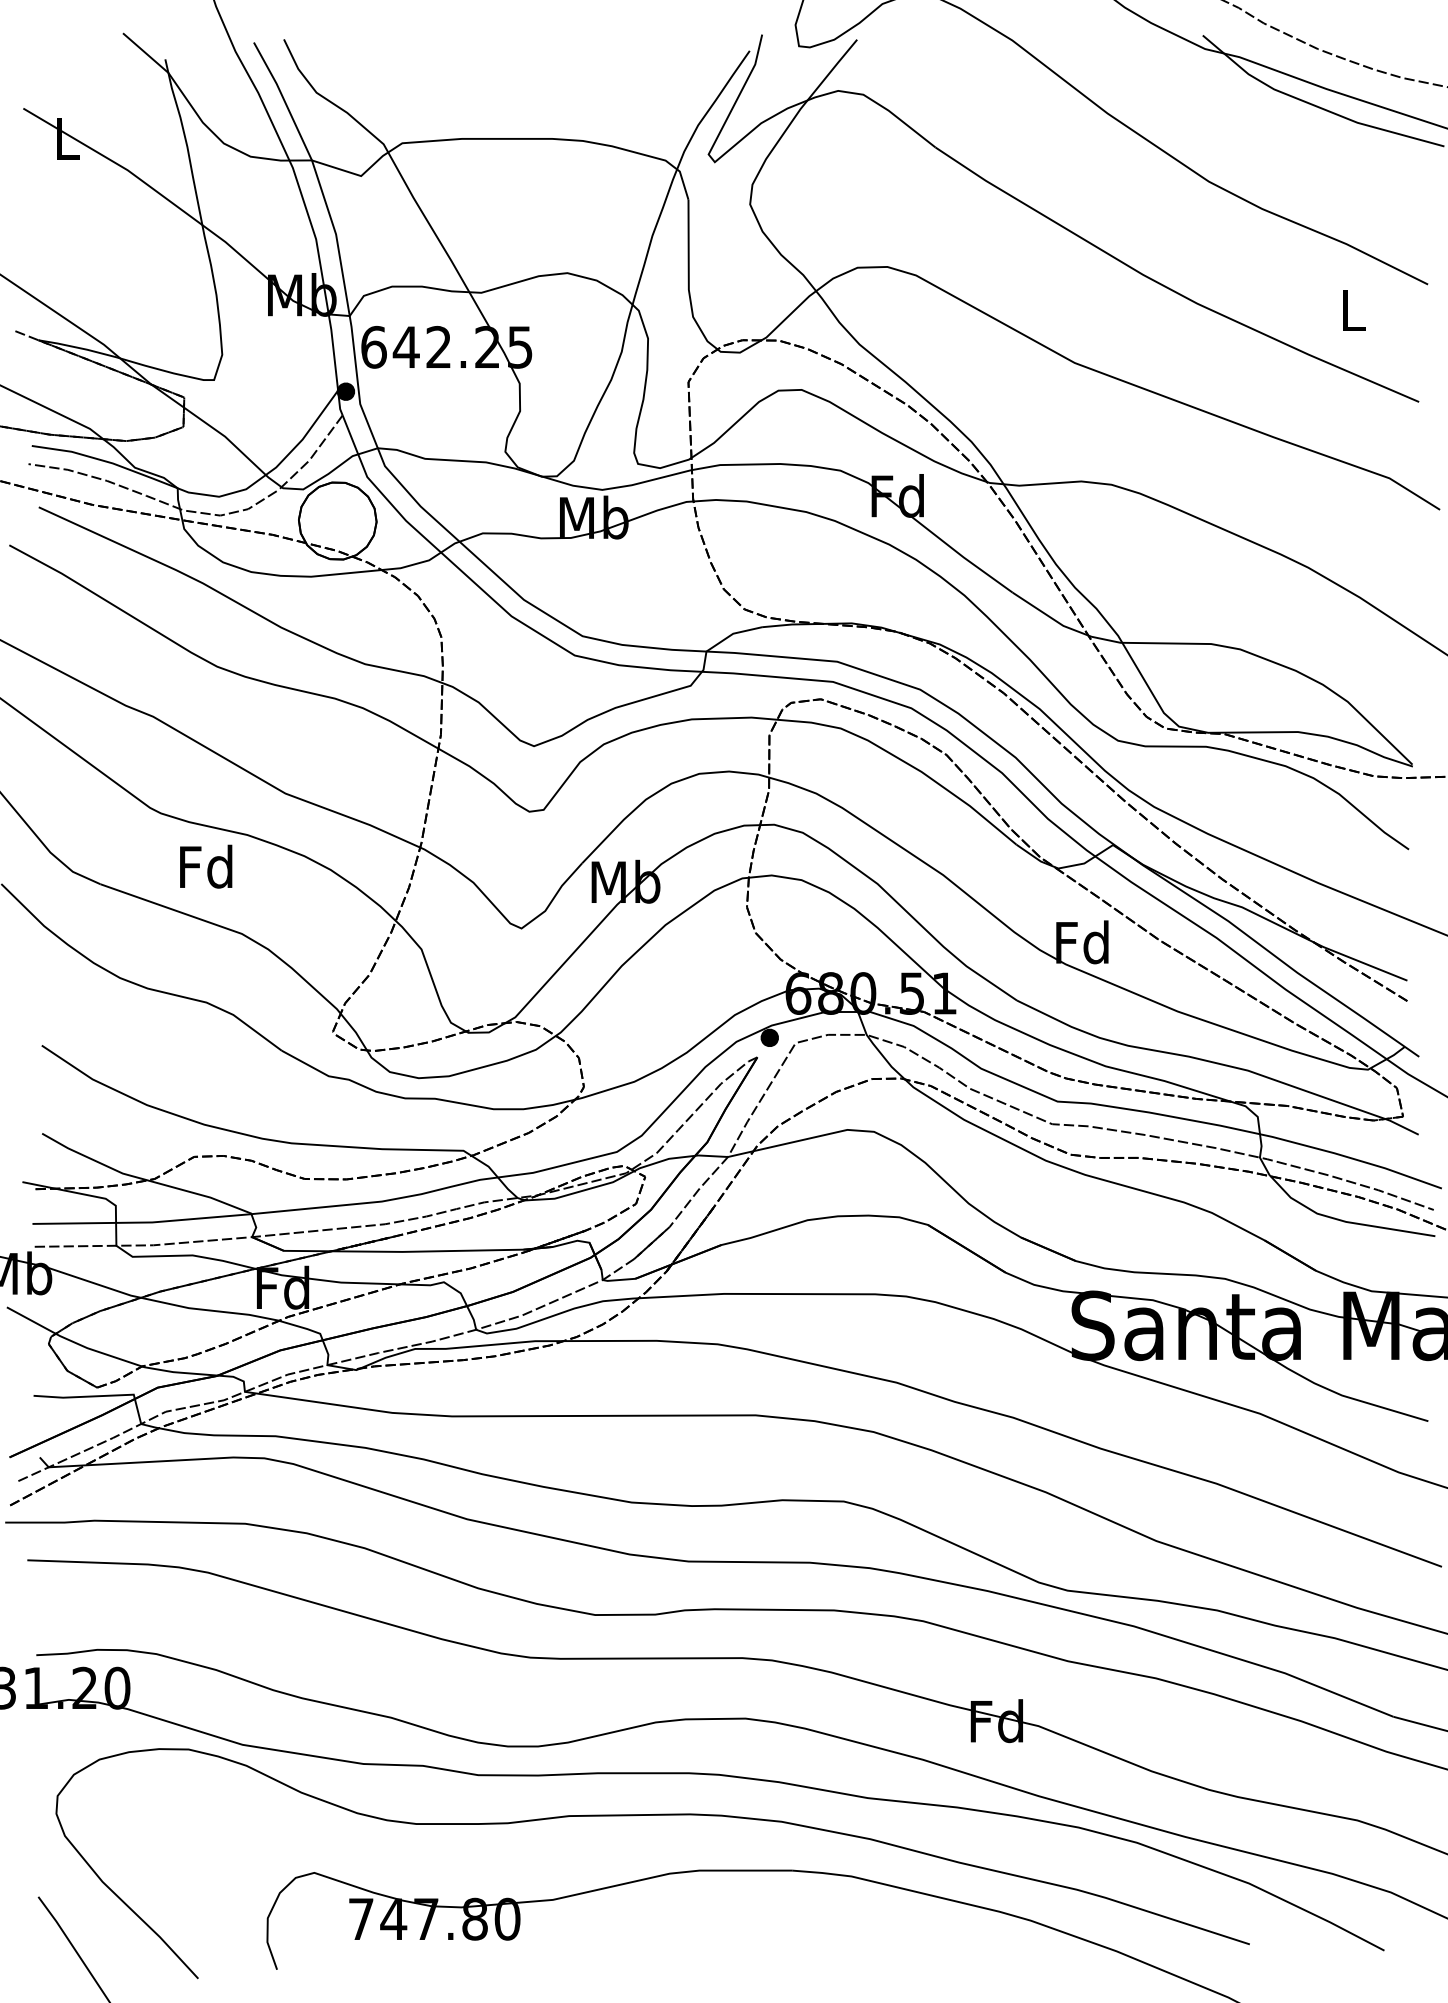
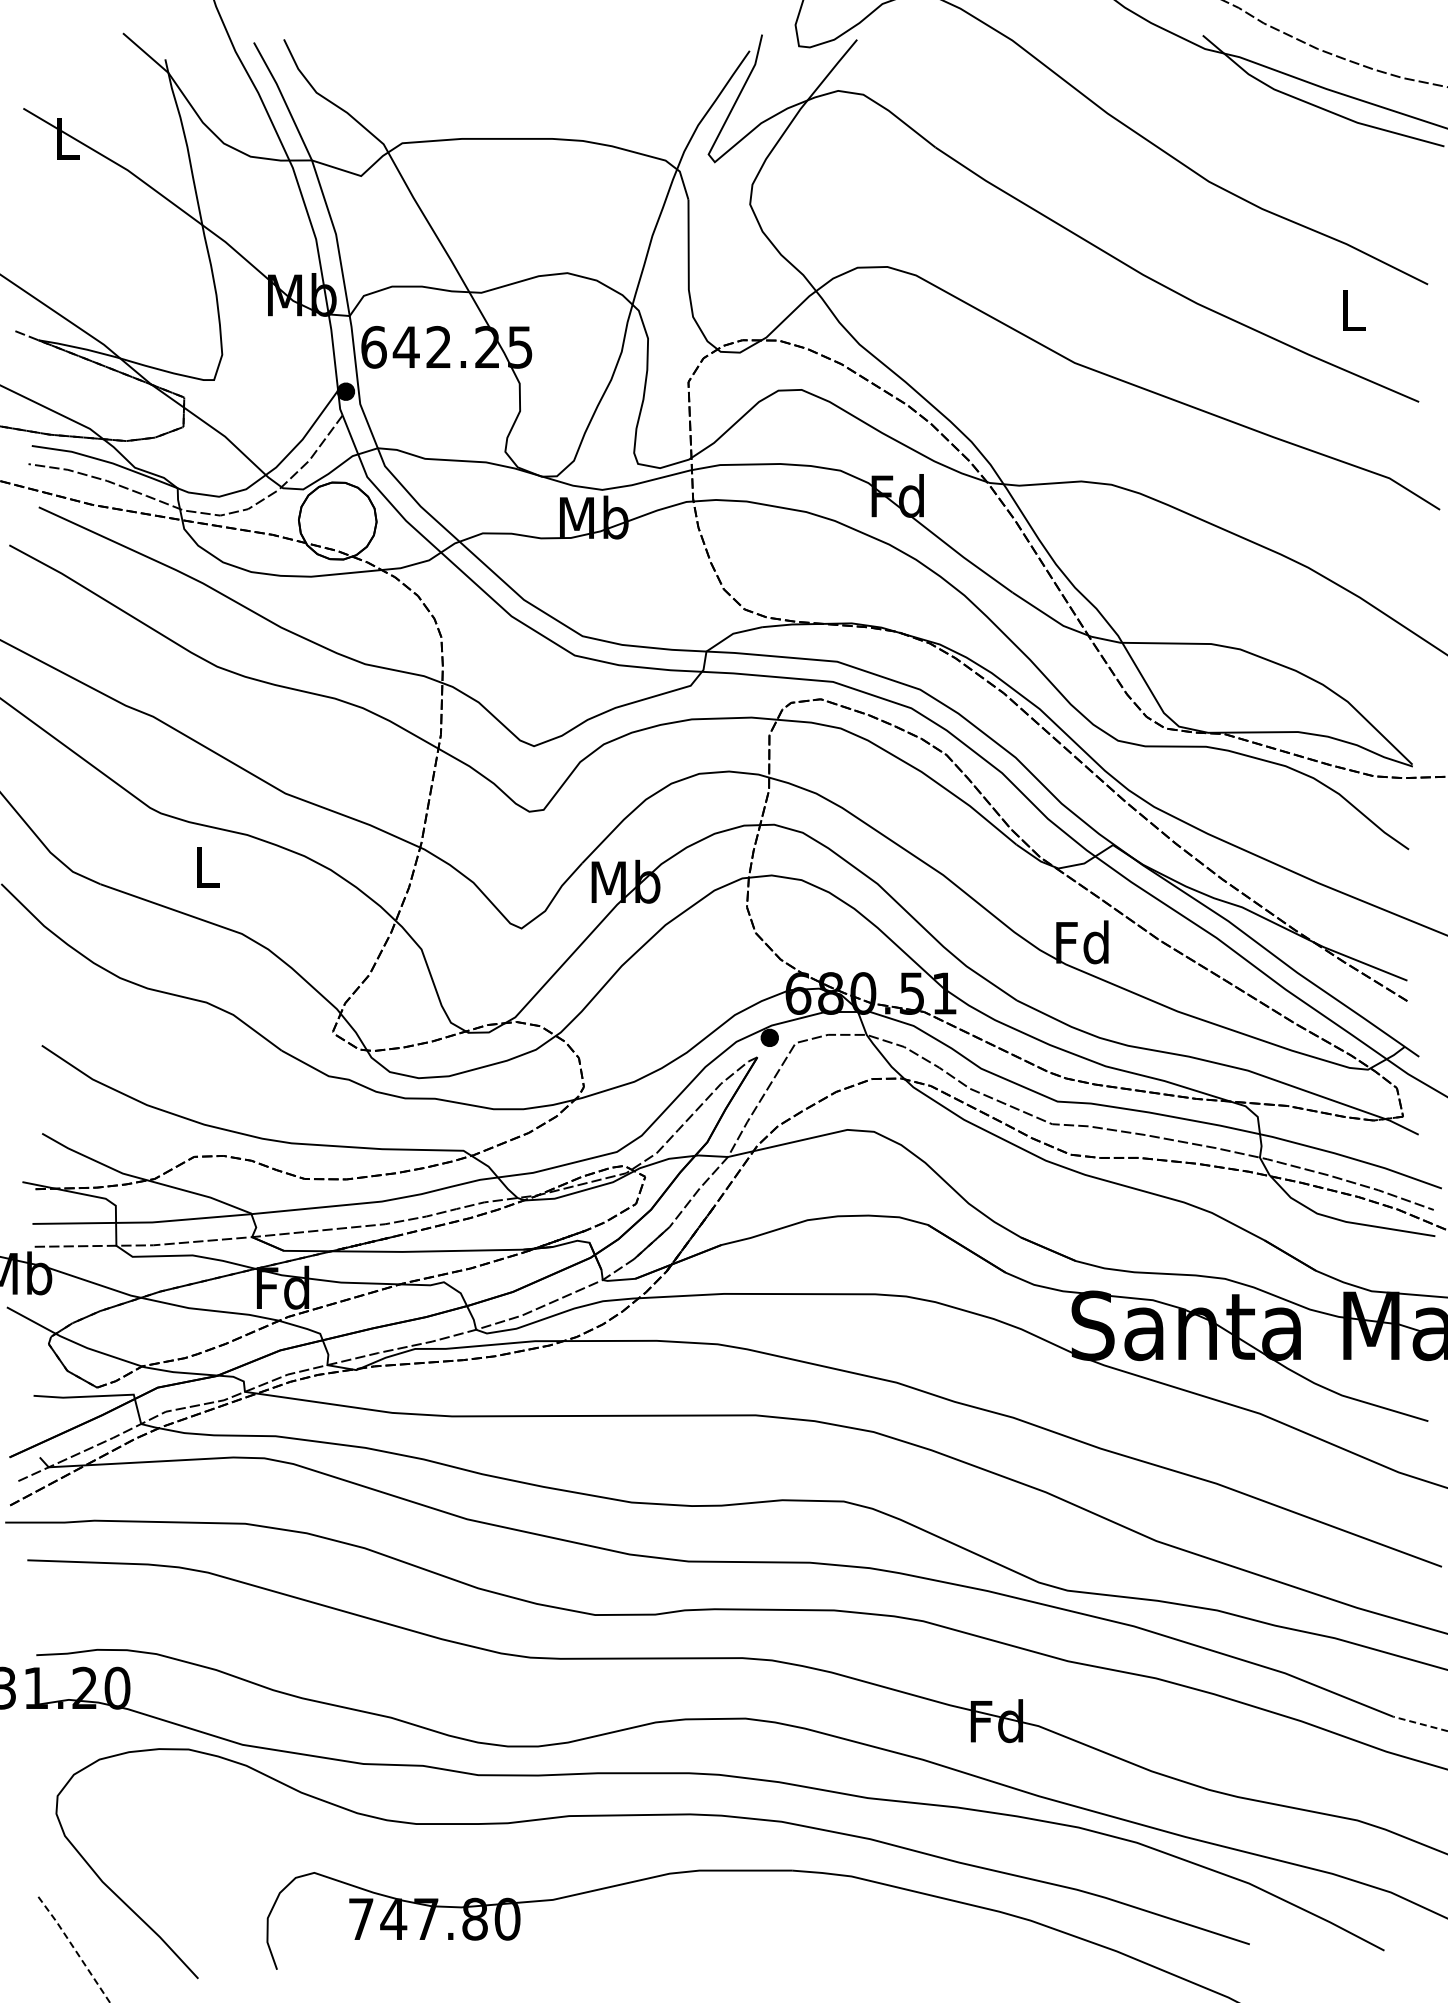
text at (206, 866): Fd -> L
line at (1420, 1723): solid -> dashed
line at (74, 1949): solid -> dashed
